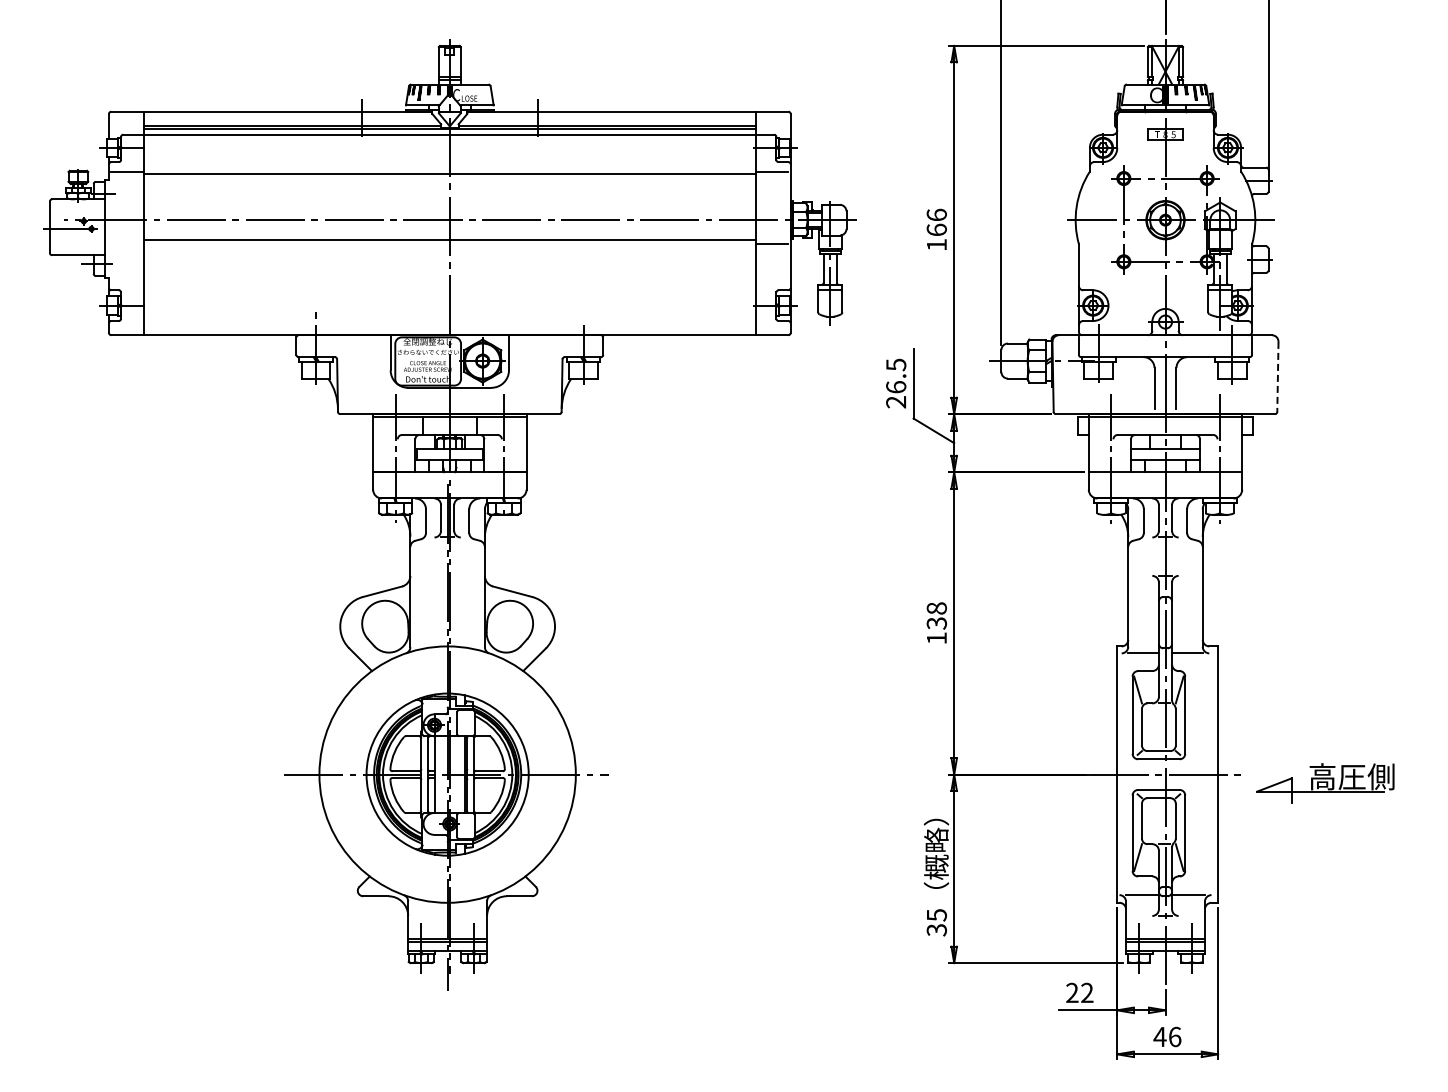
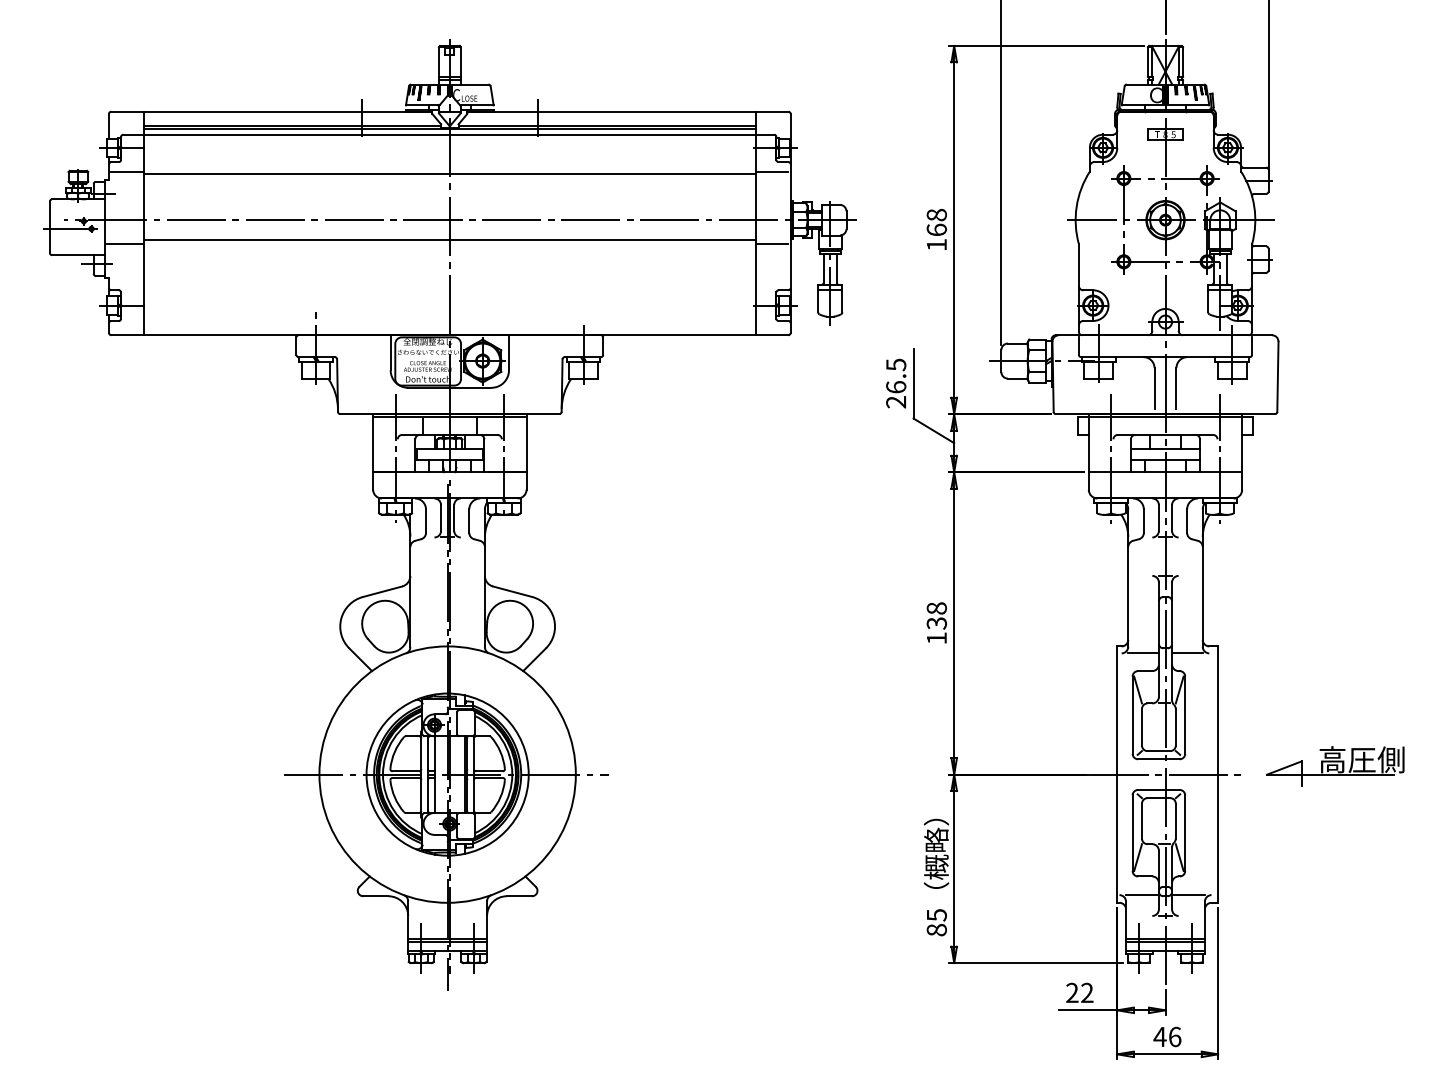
text at (936, 214): 166 -> 168
line at (125, 244): none -> present
line at (1277, 377): dashed -> solid
part at (1325, 783) position: (1325, 783) -> (1335, 766)
text at (936, 930): 35 -> 85
